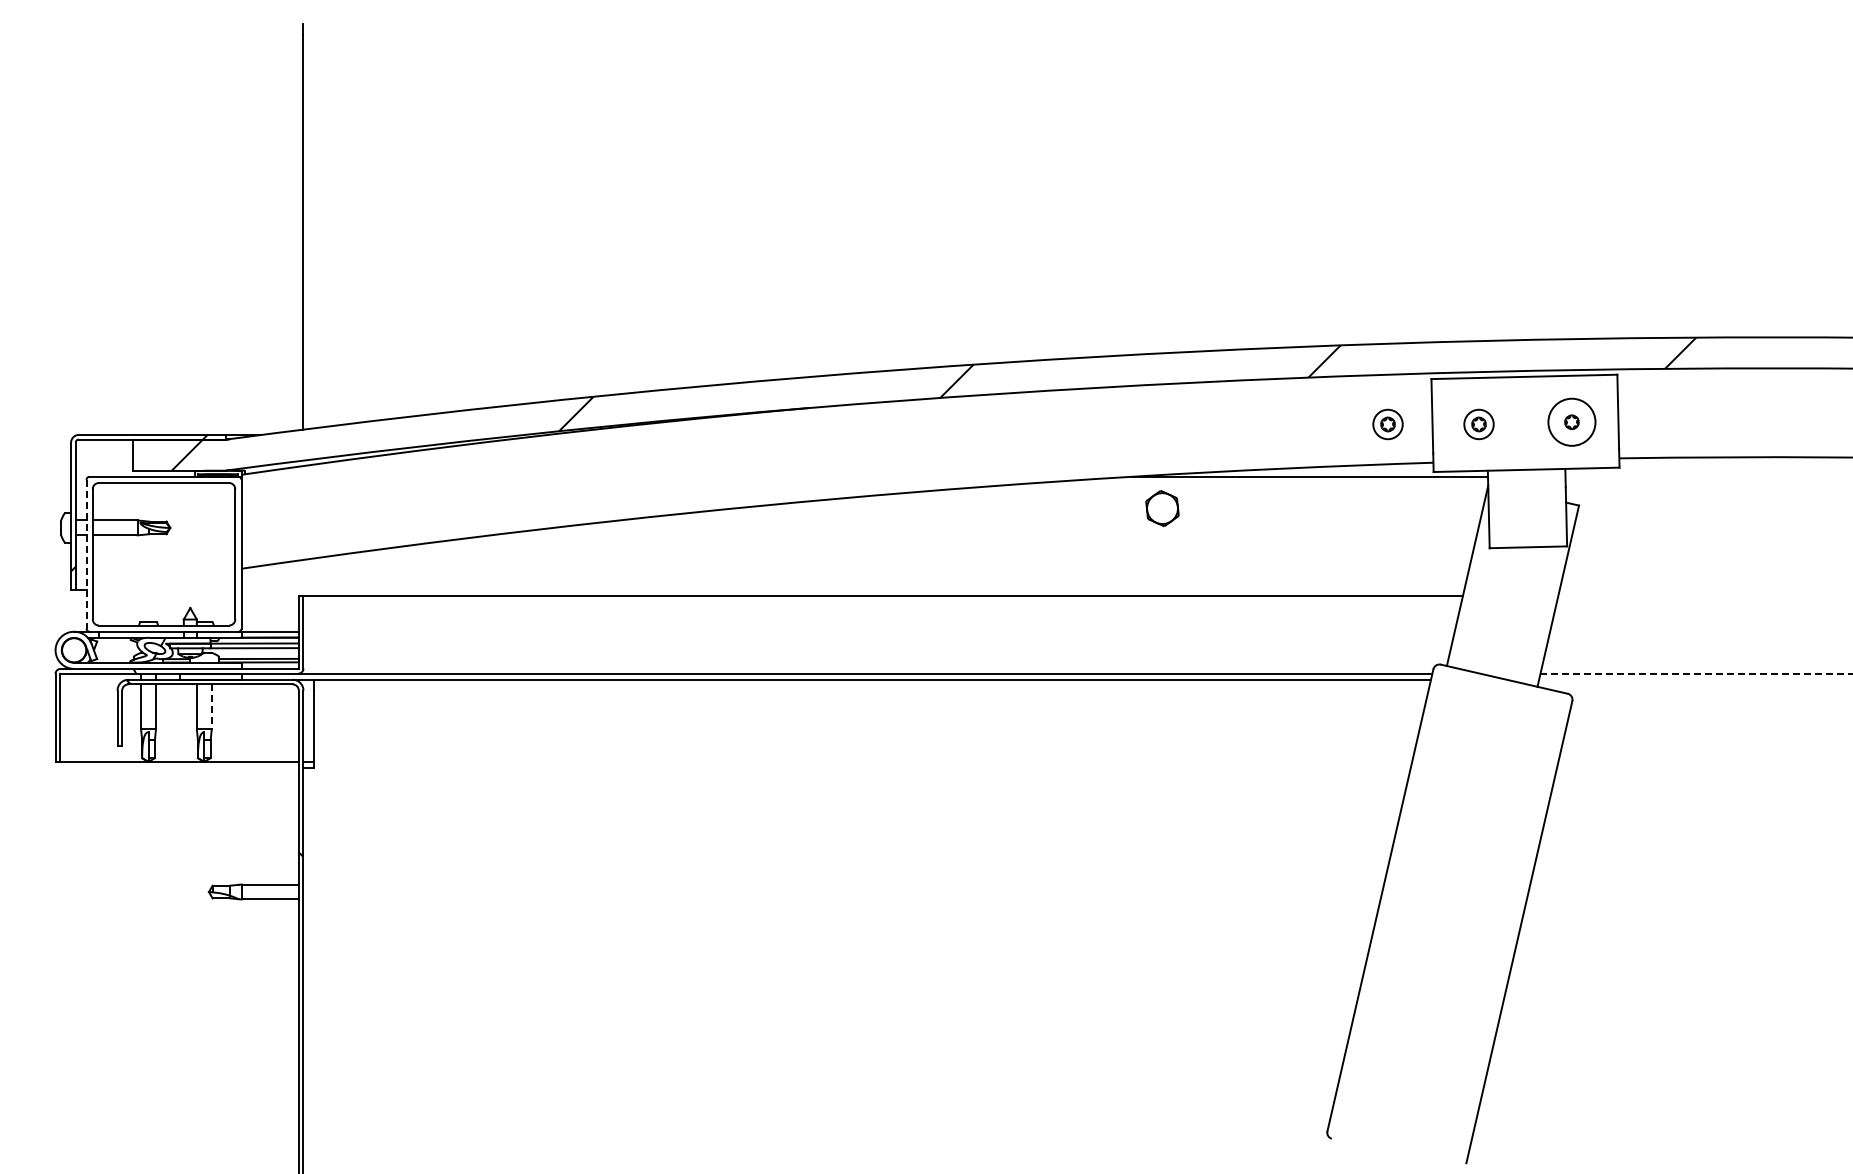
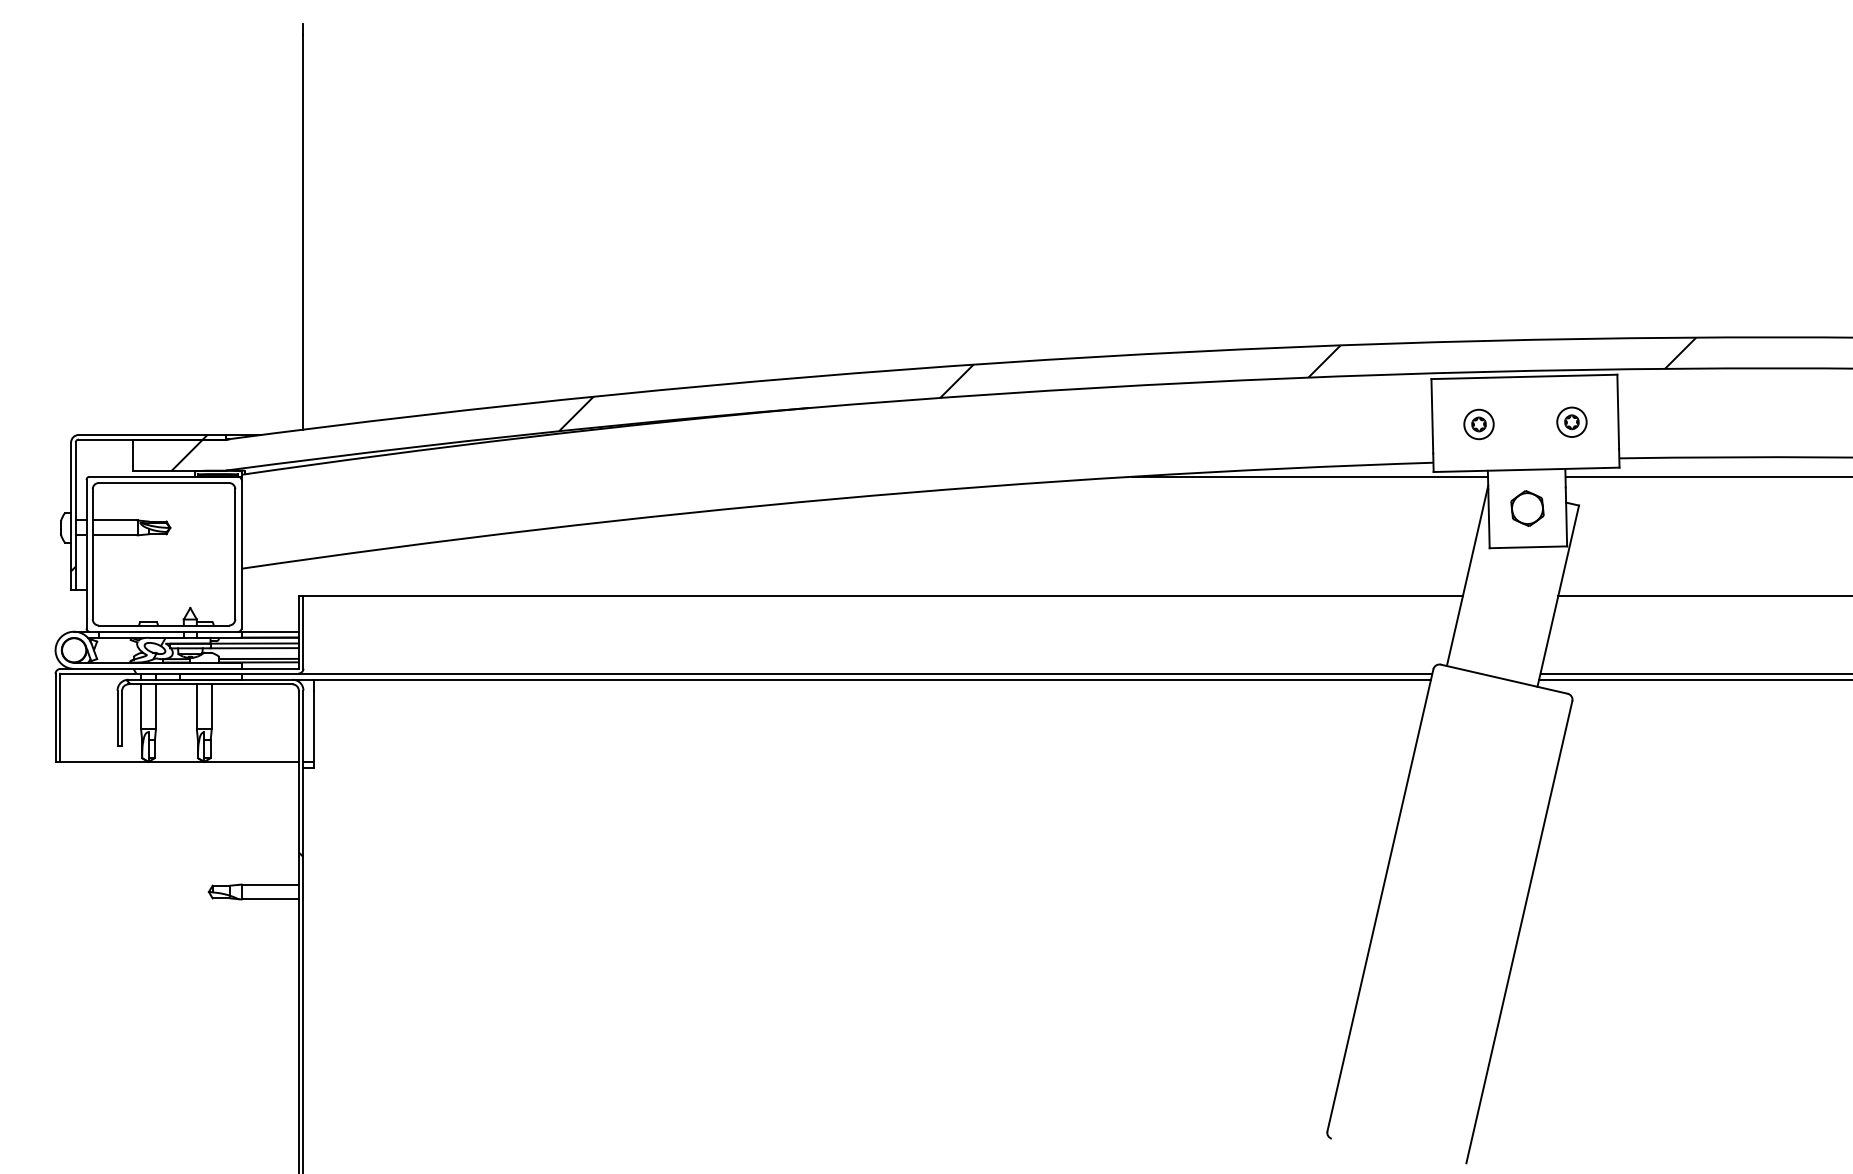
circle at (1571, 421) diameter: 47 px -> 29 px
part at (1387, 424): present -> none
line at (1707, 476): none -> present
part at (1162, 508) position: (1162, 508) -> (1527, 508)
line at (86, 554): dashed -> solid
line at (1703, 596): none -> present
line at (1696, 673): dashed -> solid
line at (1694, 679): none -> present
line at (211, 707): dashed -> solid
